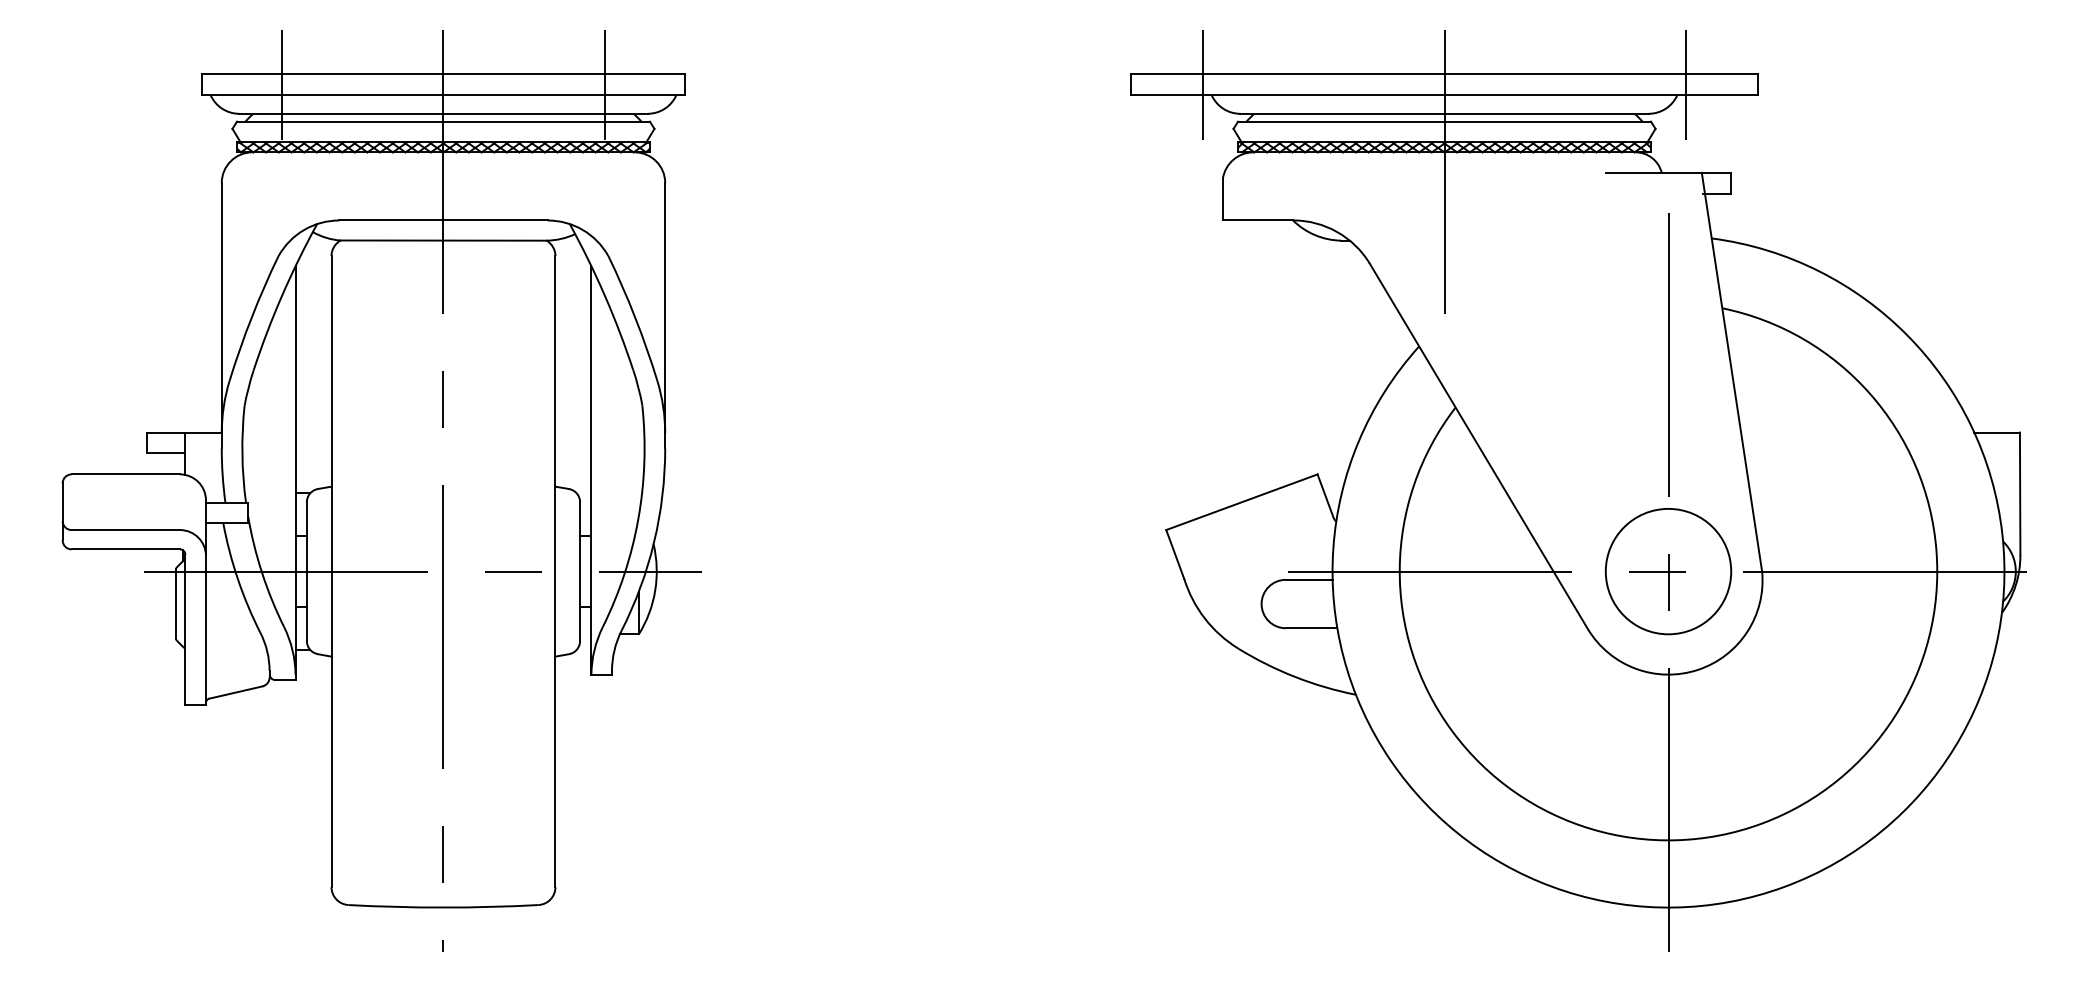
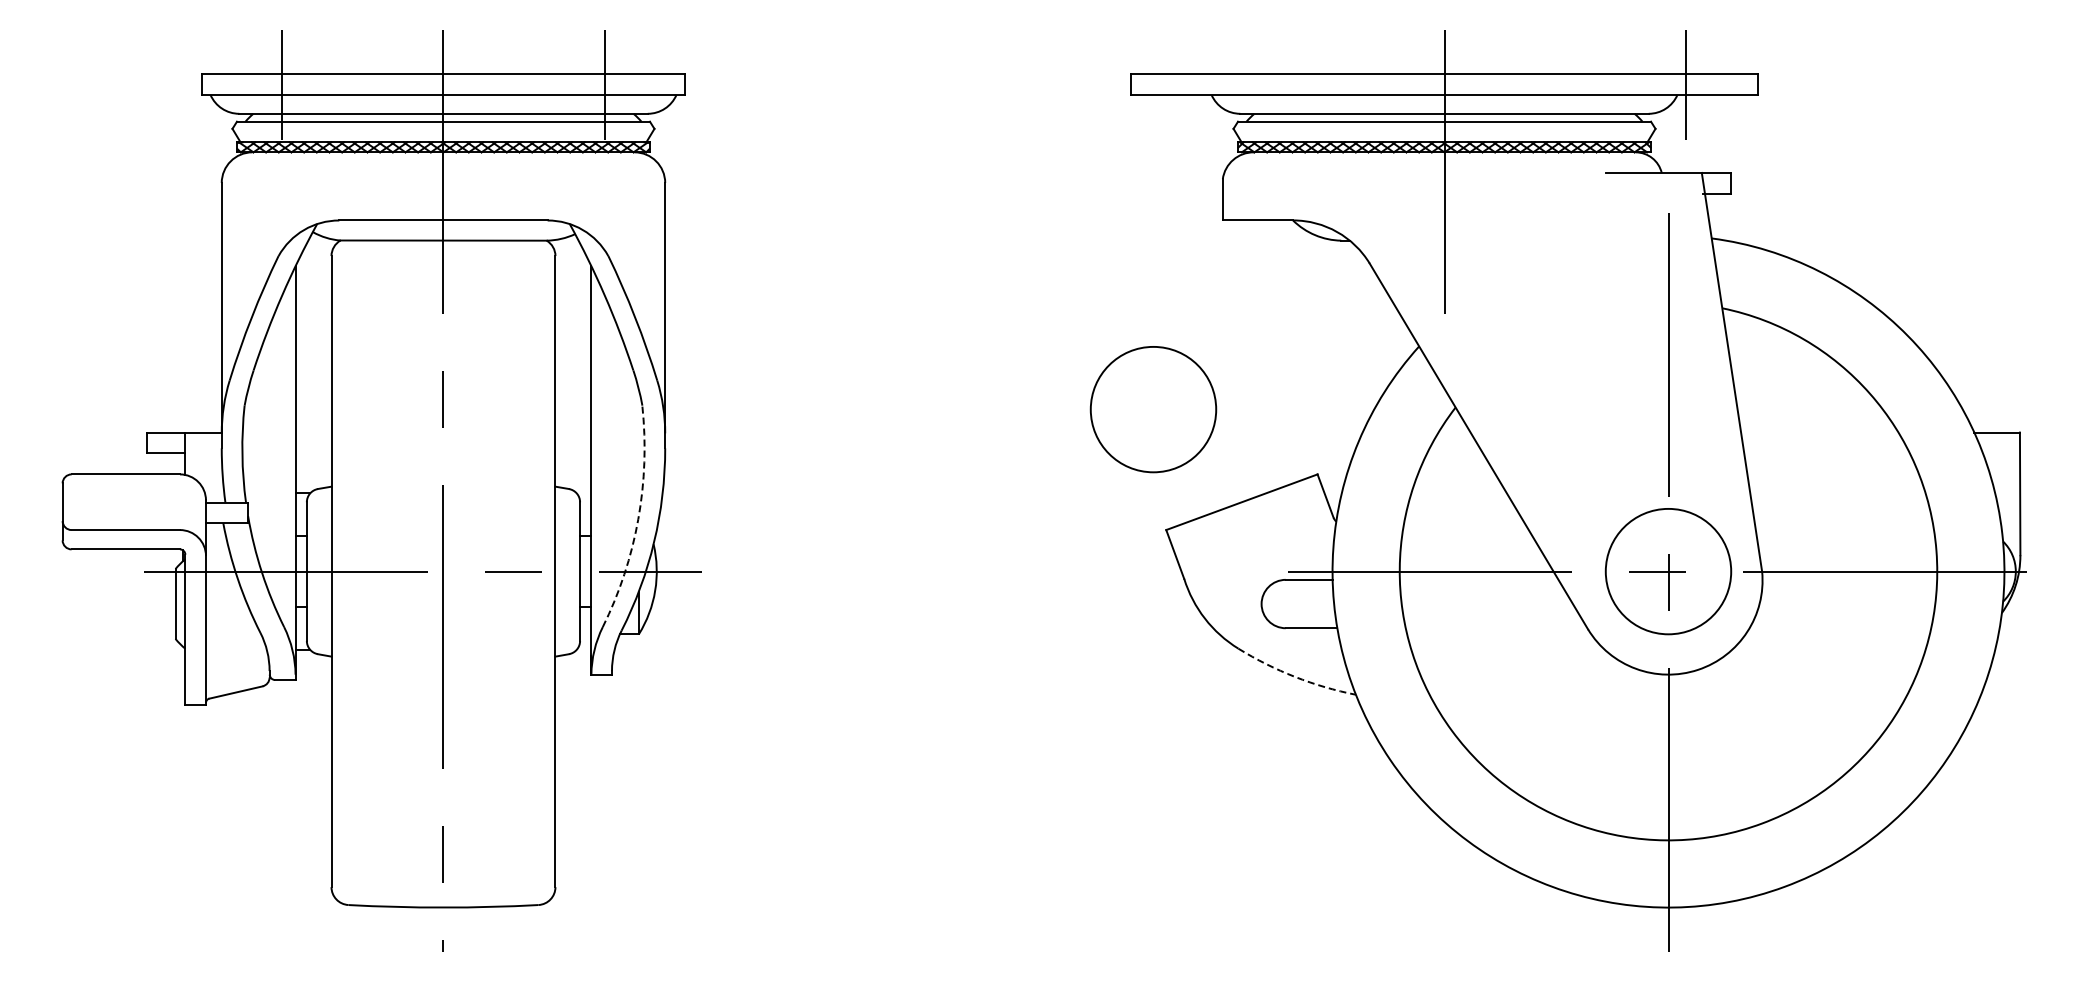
line at (1202, 84): present -> none
circle at (1153, 409): none -> present
arc at (638, 519): solid -> dashed
arc at (1295, 676): solid -> dashed
